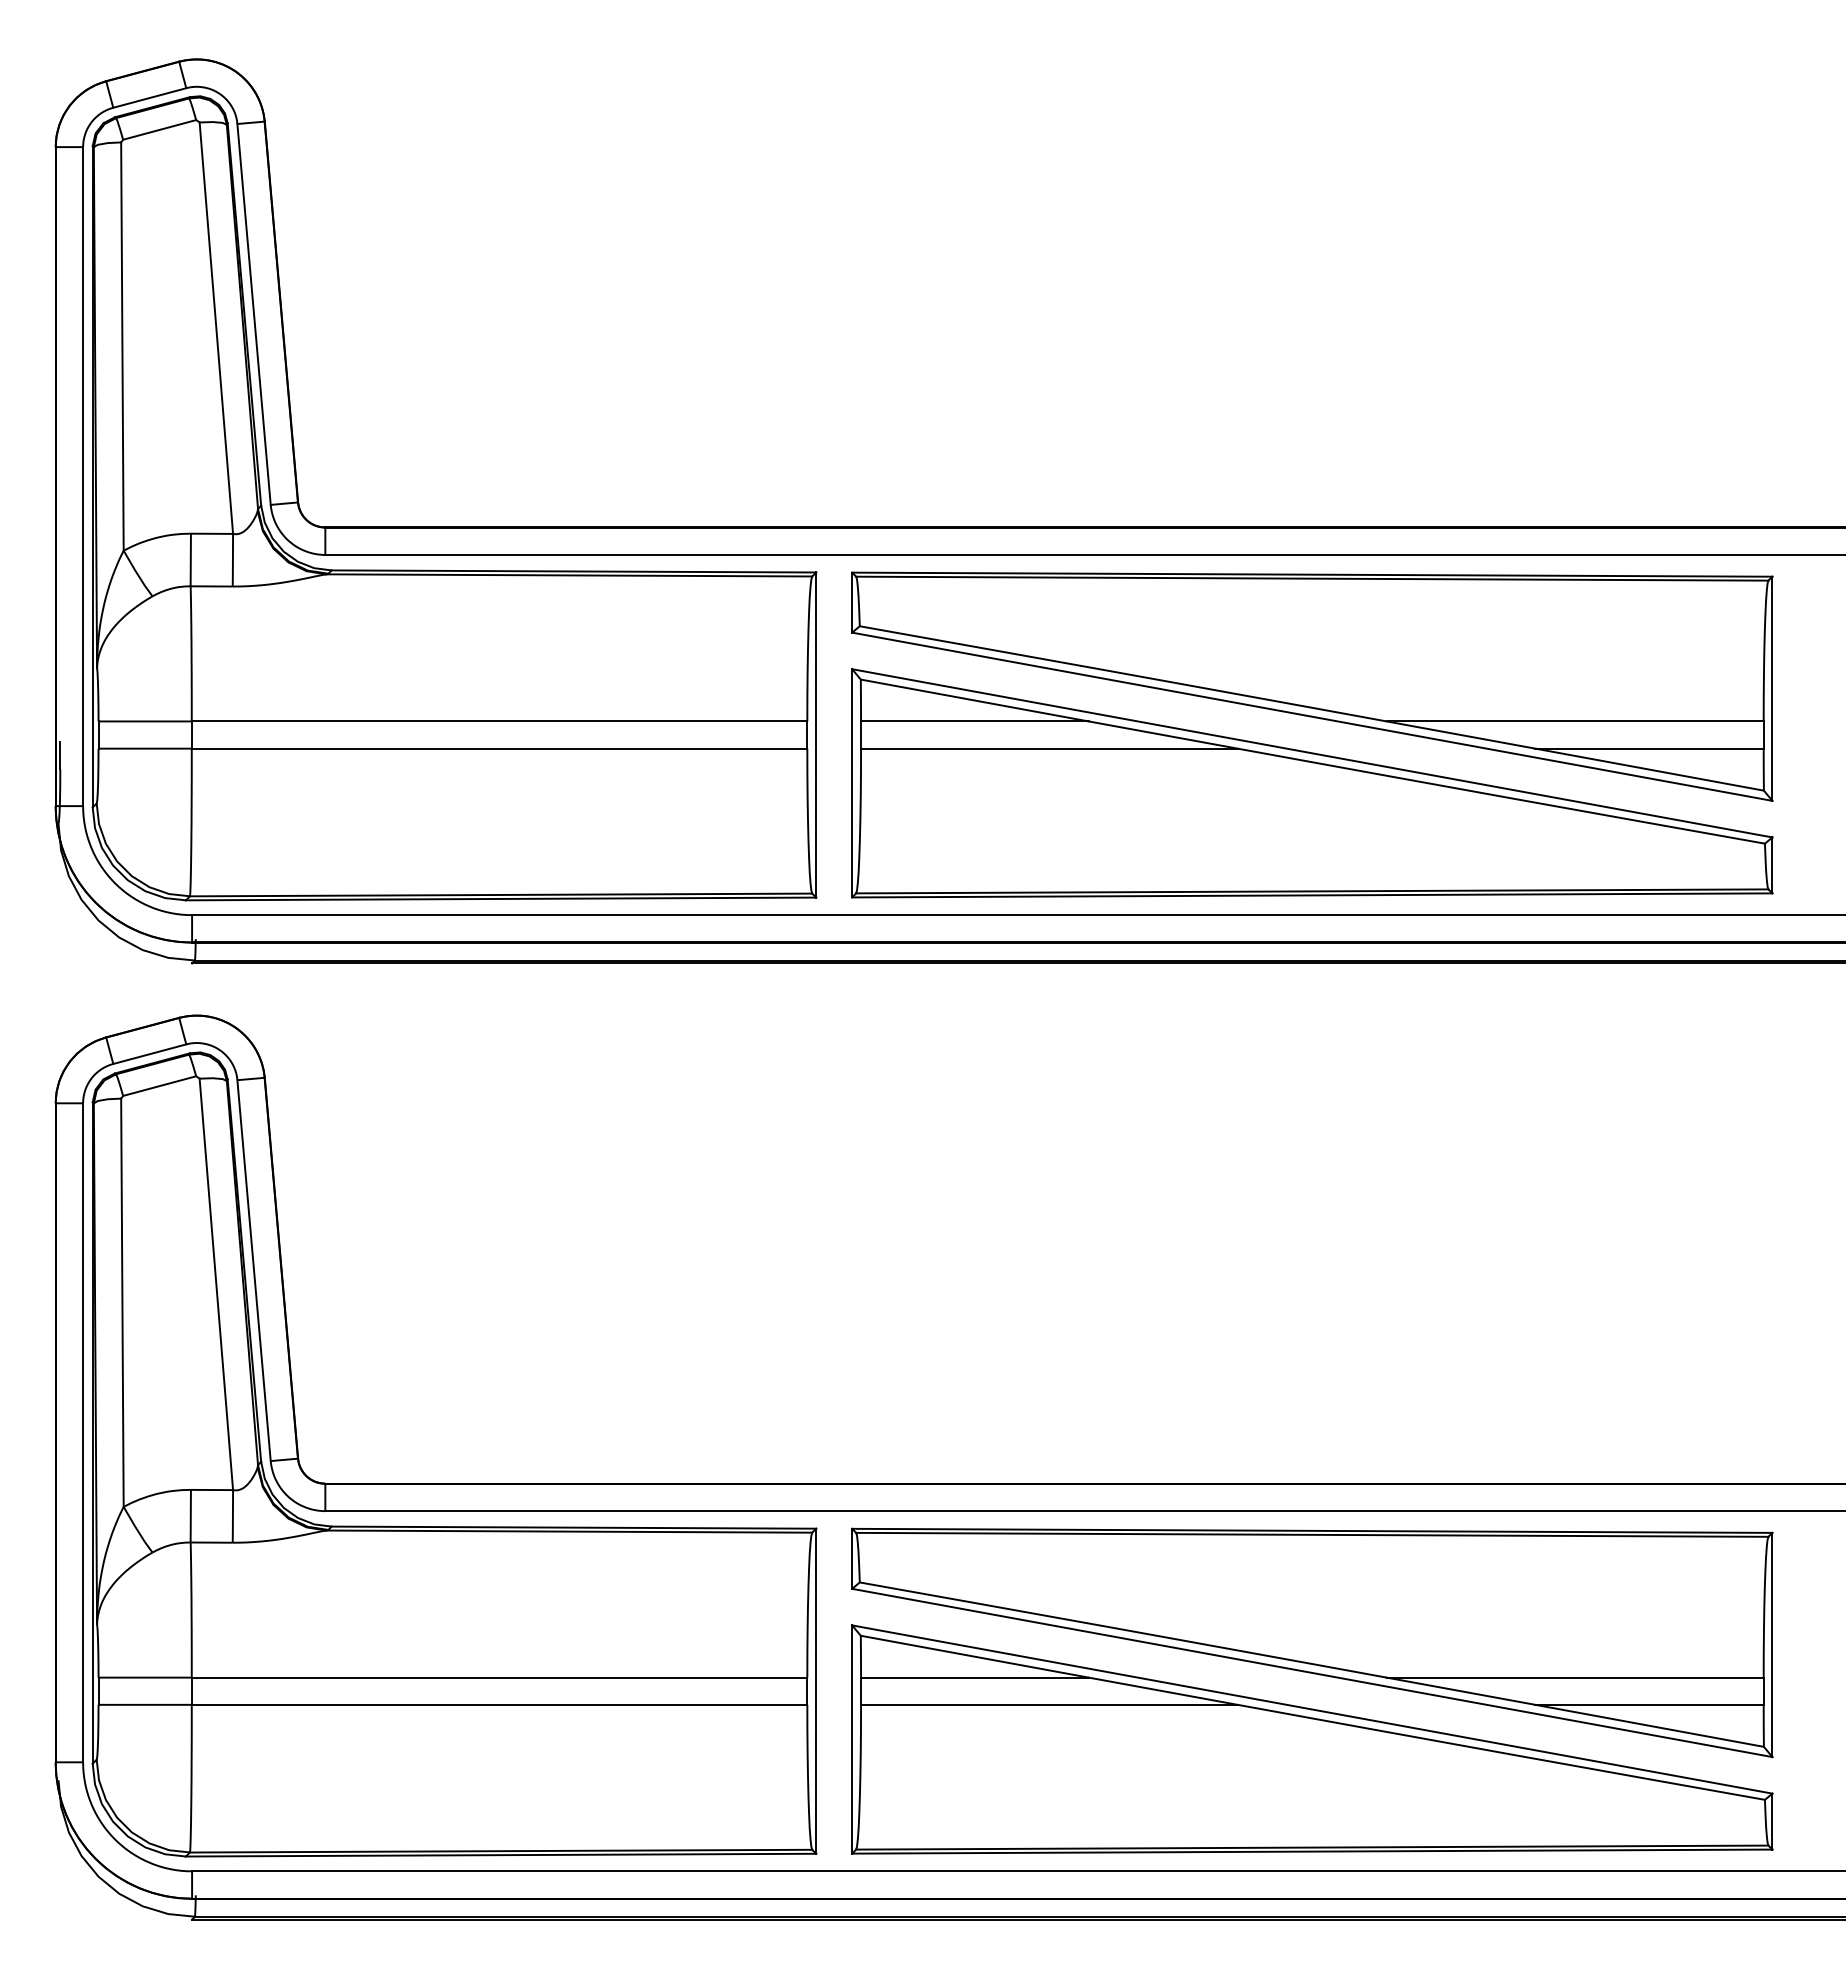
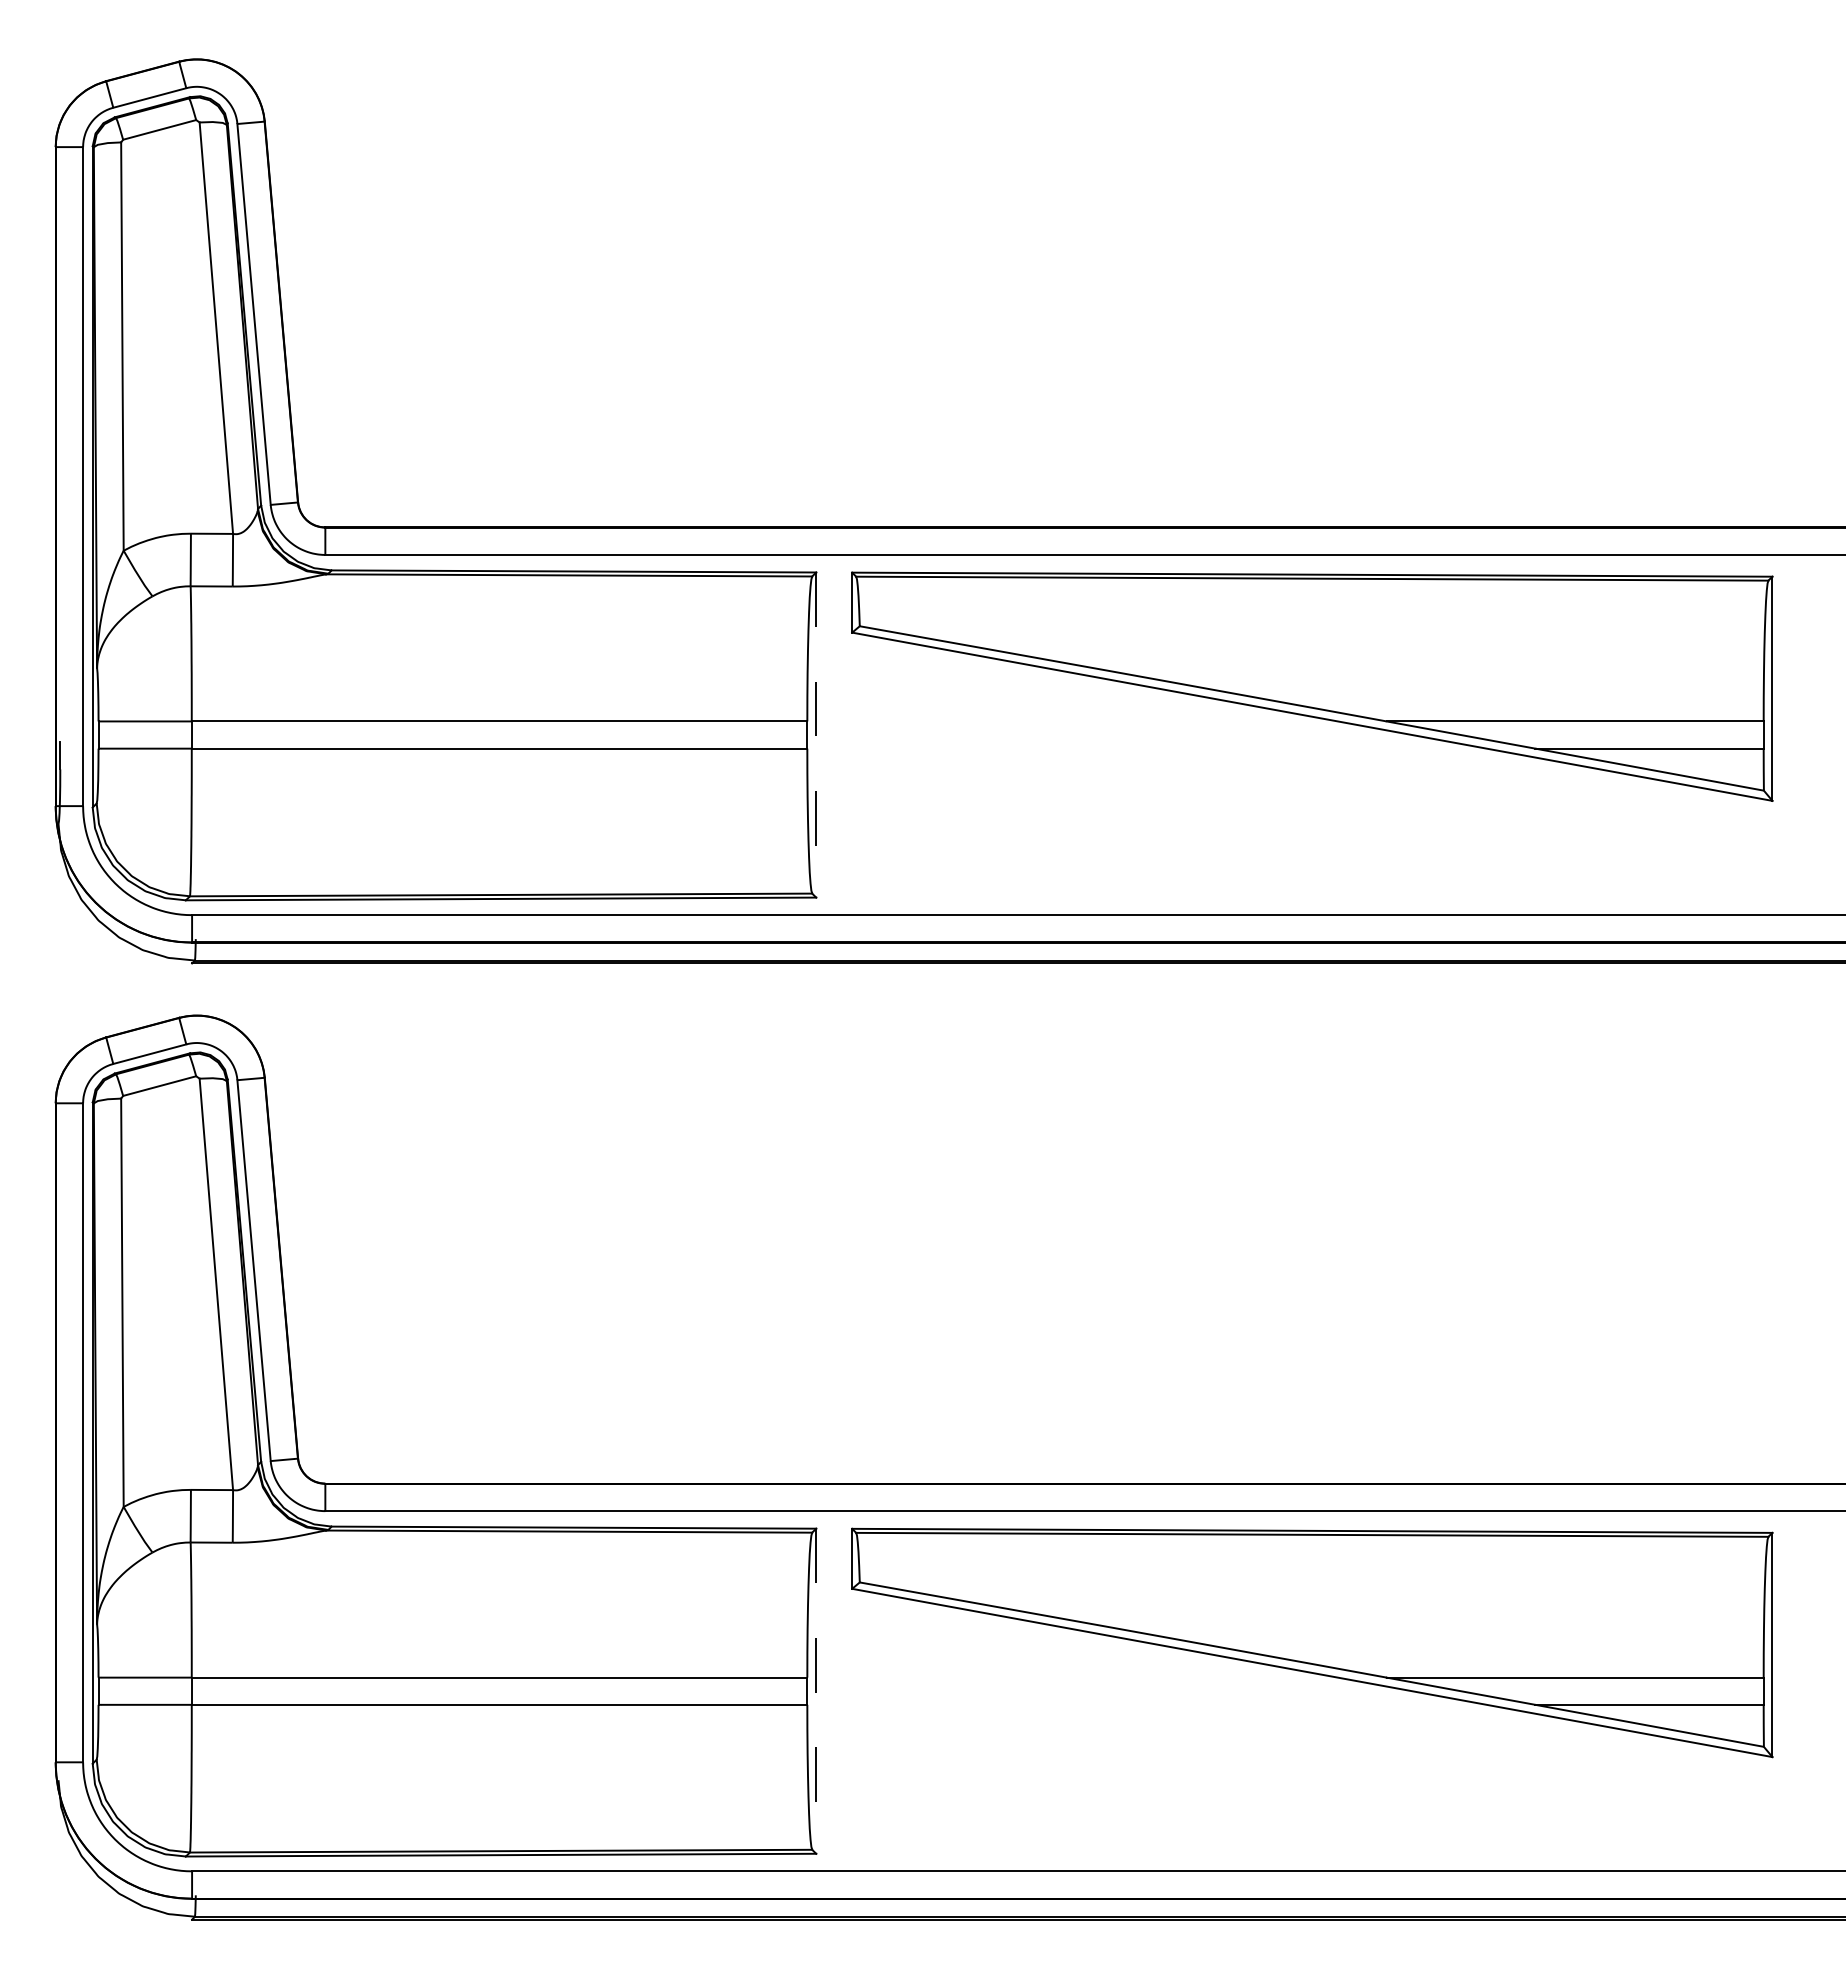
line at (816, 735): solid -> dashed
part at (1312, 783): present -> none
line at (816, 1691): solid -> dashed
part at (1312, 1739): present -> none
